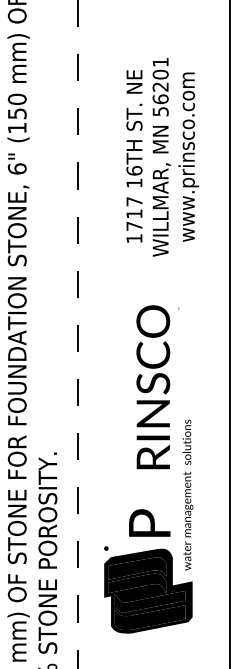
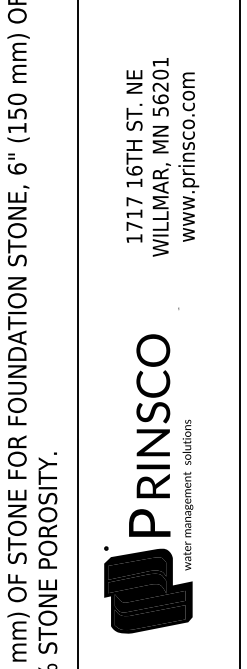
line at (78, 333): dashed -> solid
line at (229, 333) position: (229, 333) -> (239, 333)
text at (153, 387) position: (153, 387) -> (153, 416)
